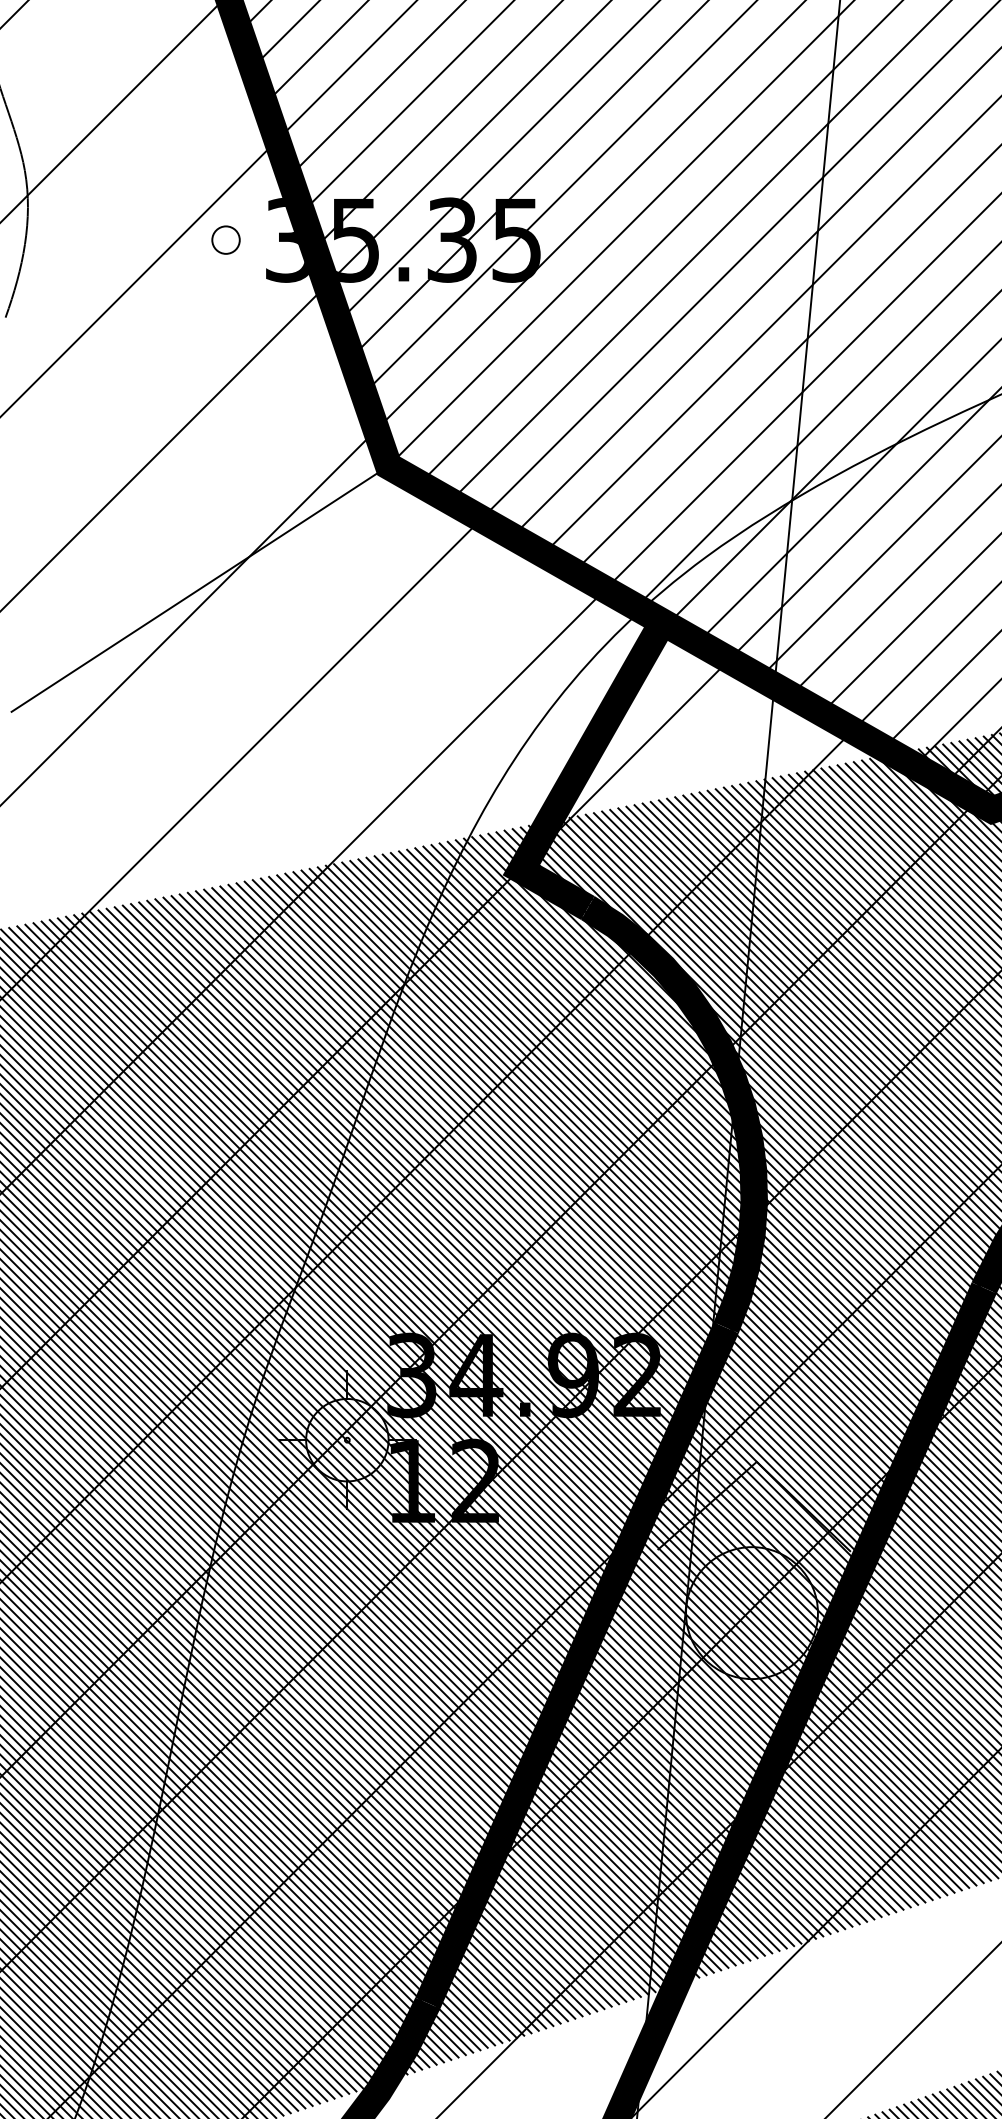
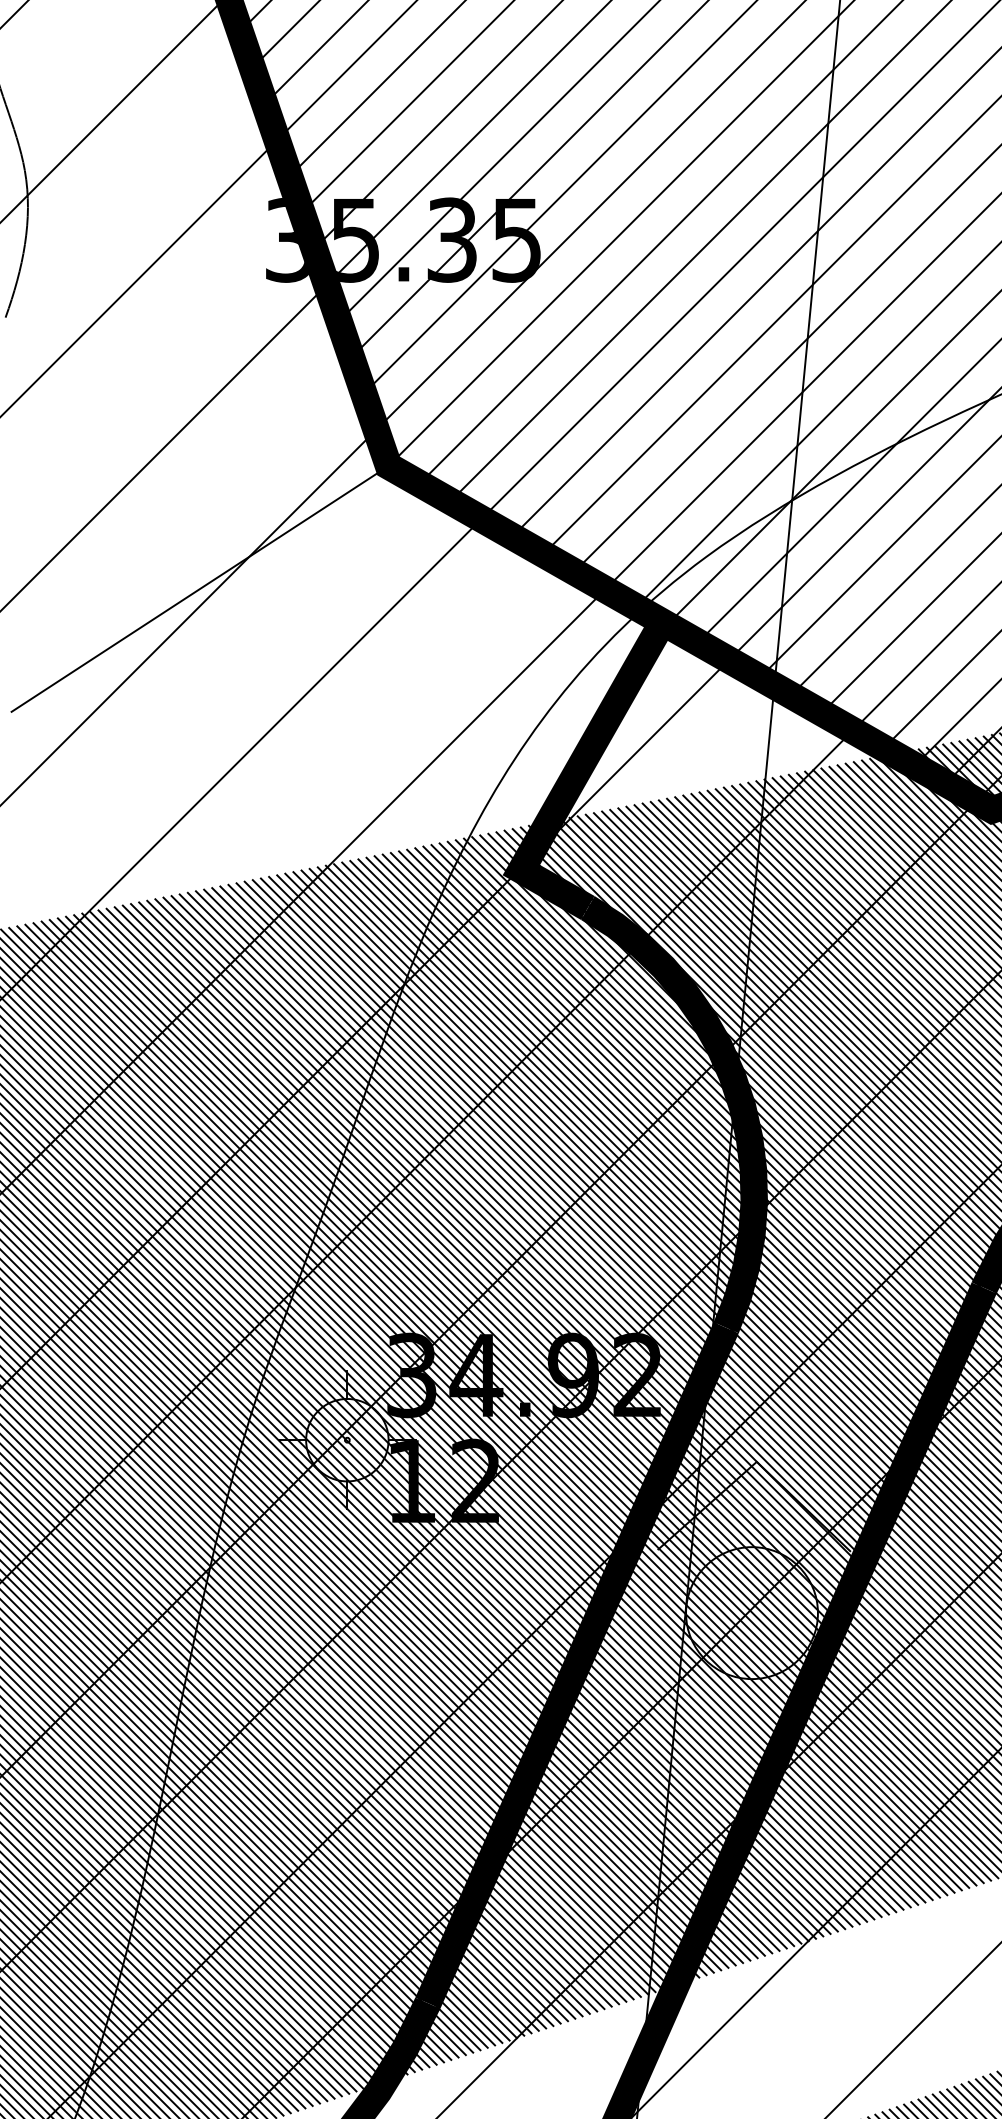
part at (225, 239): present -> none
